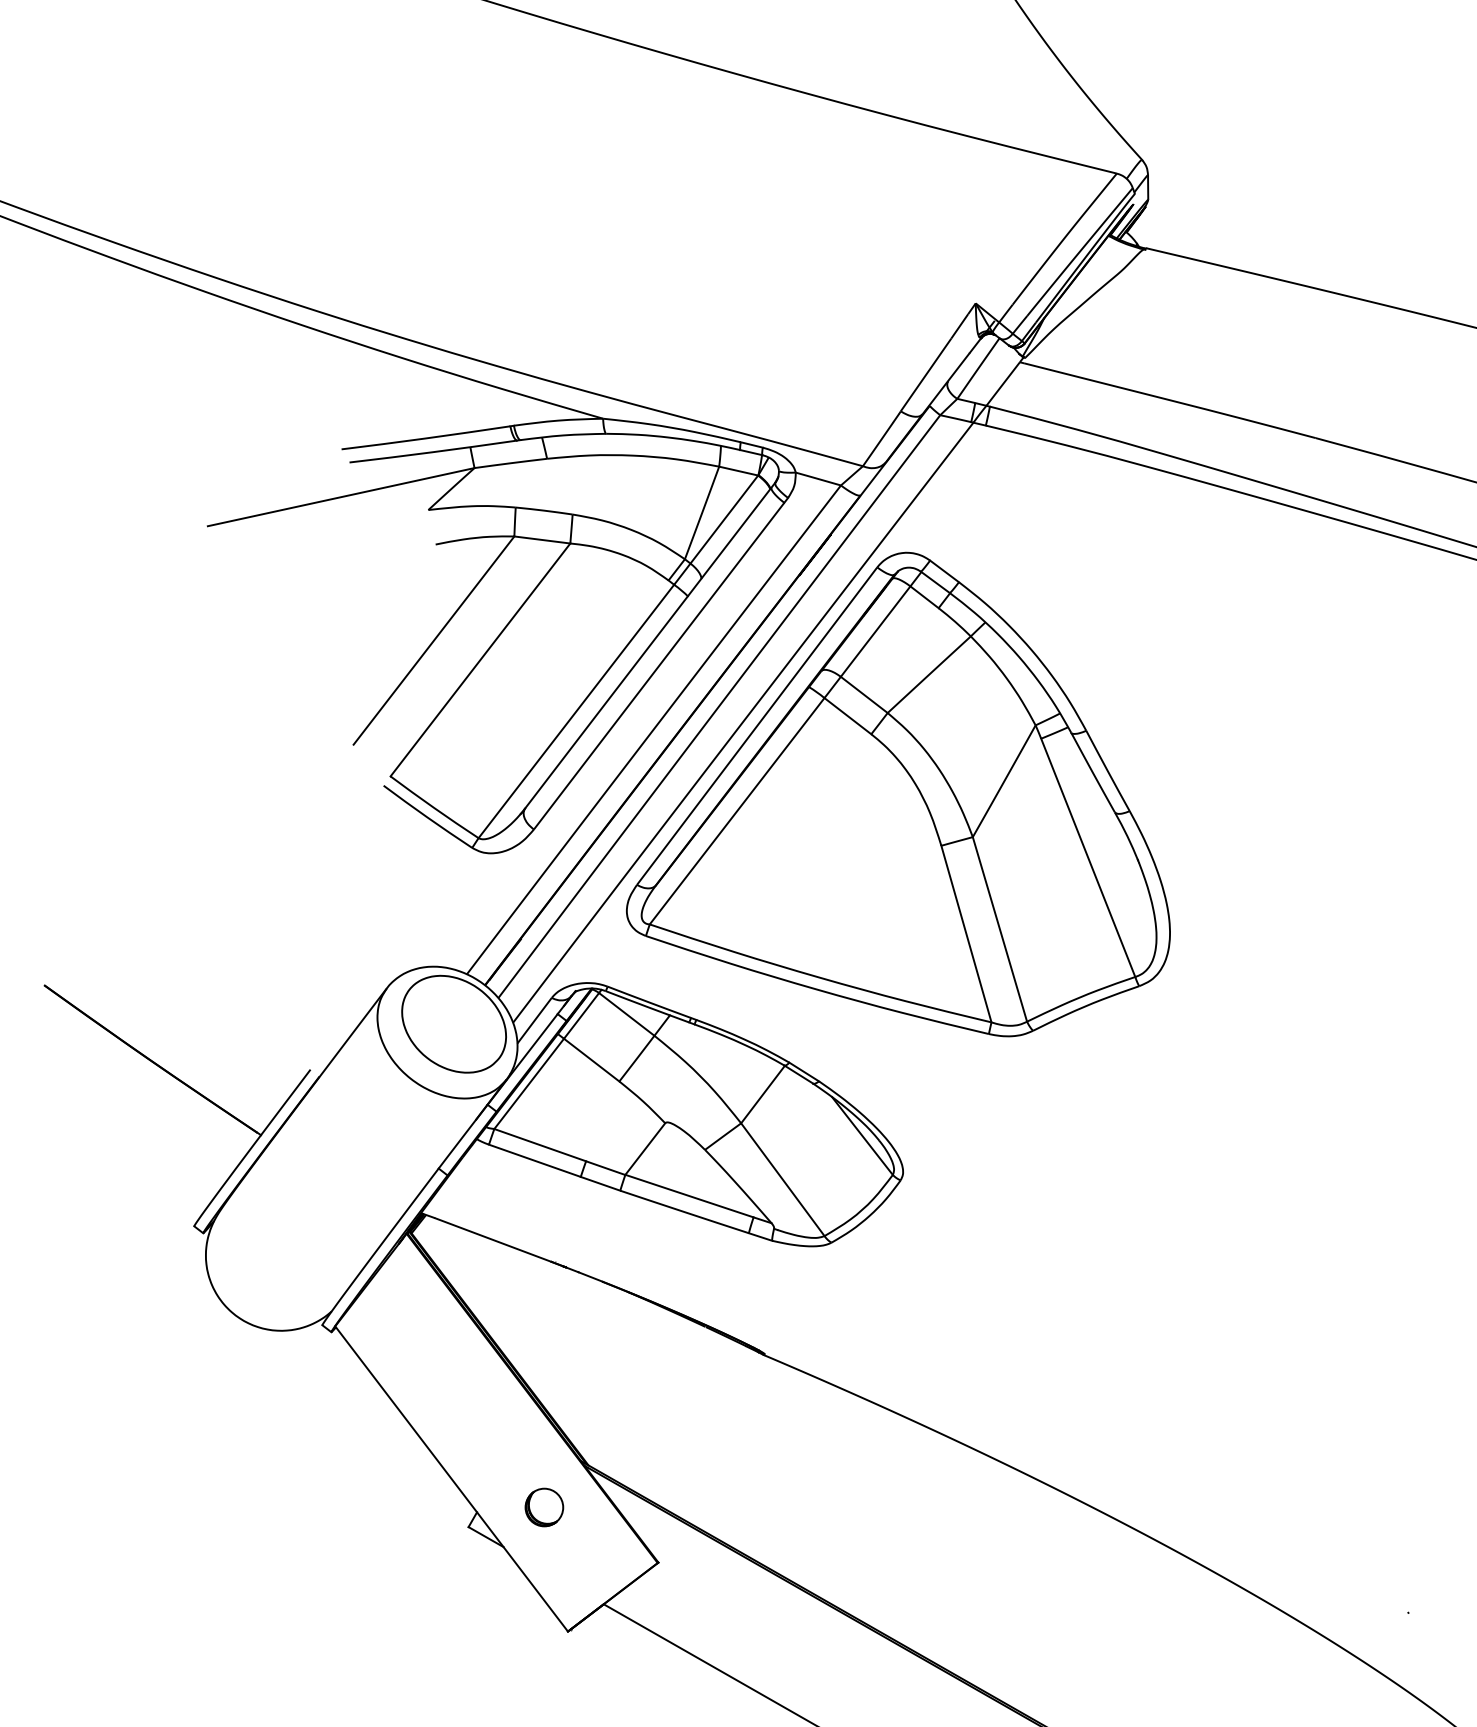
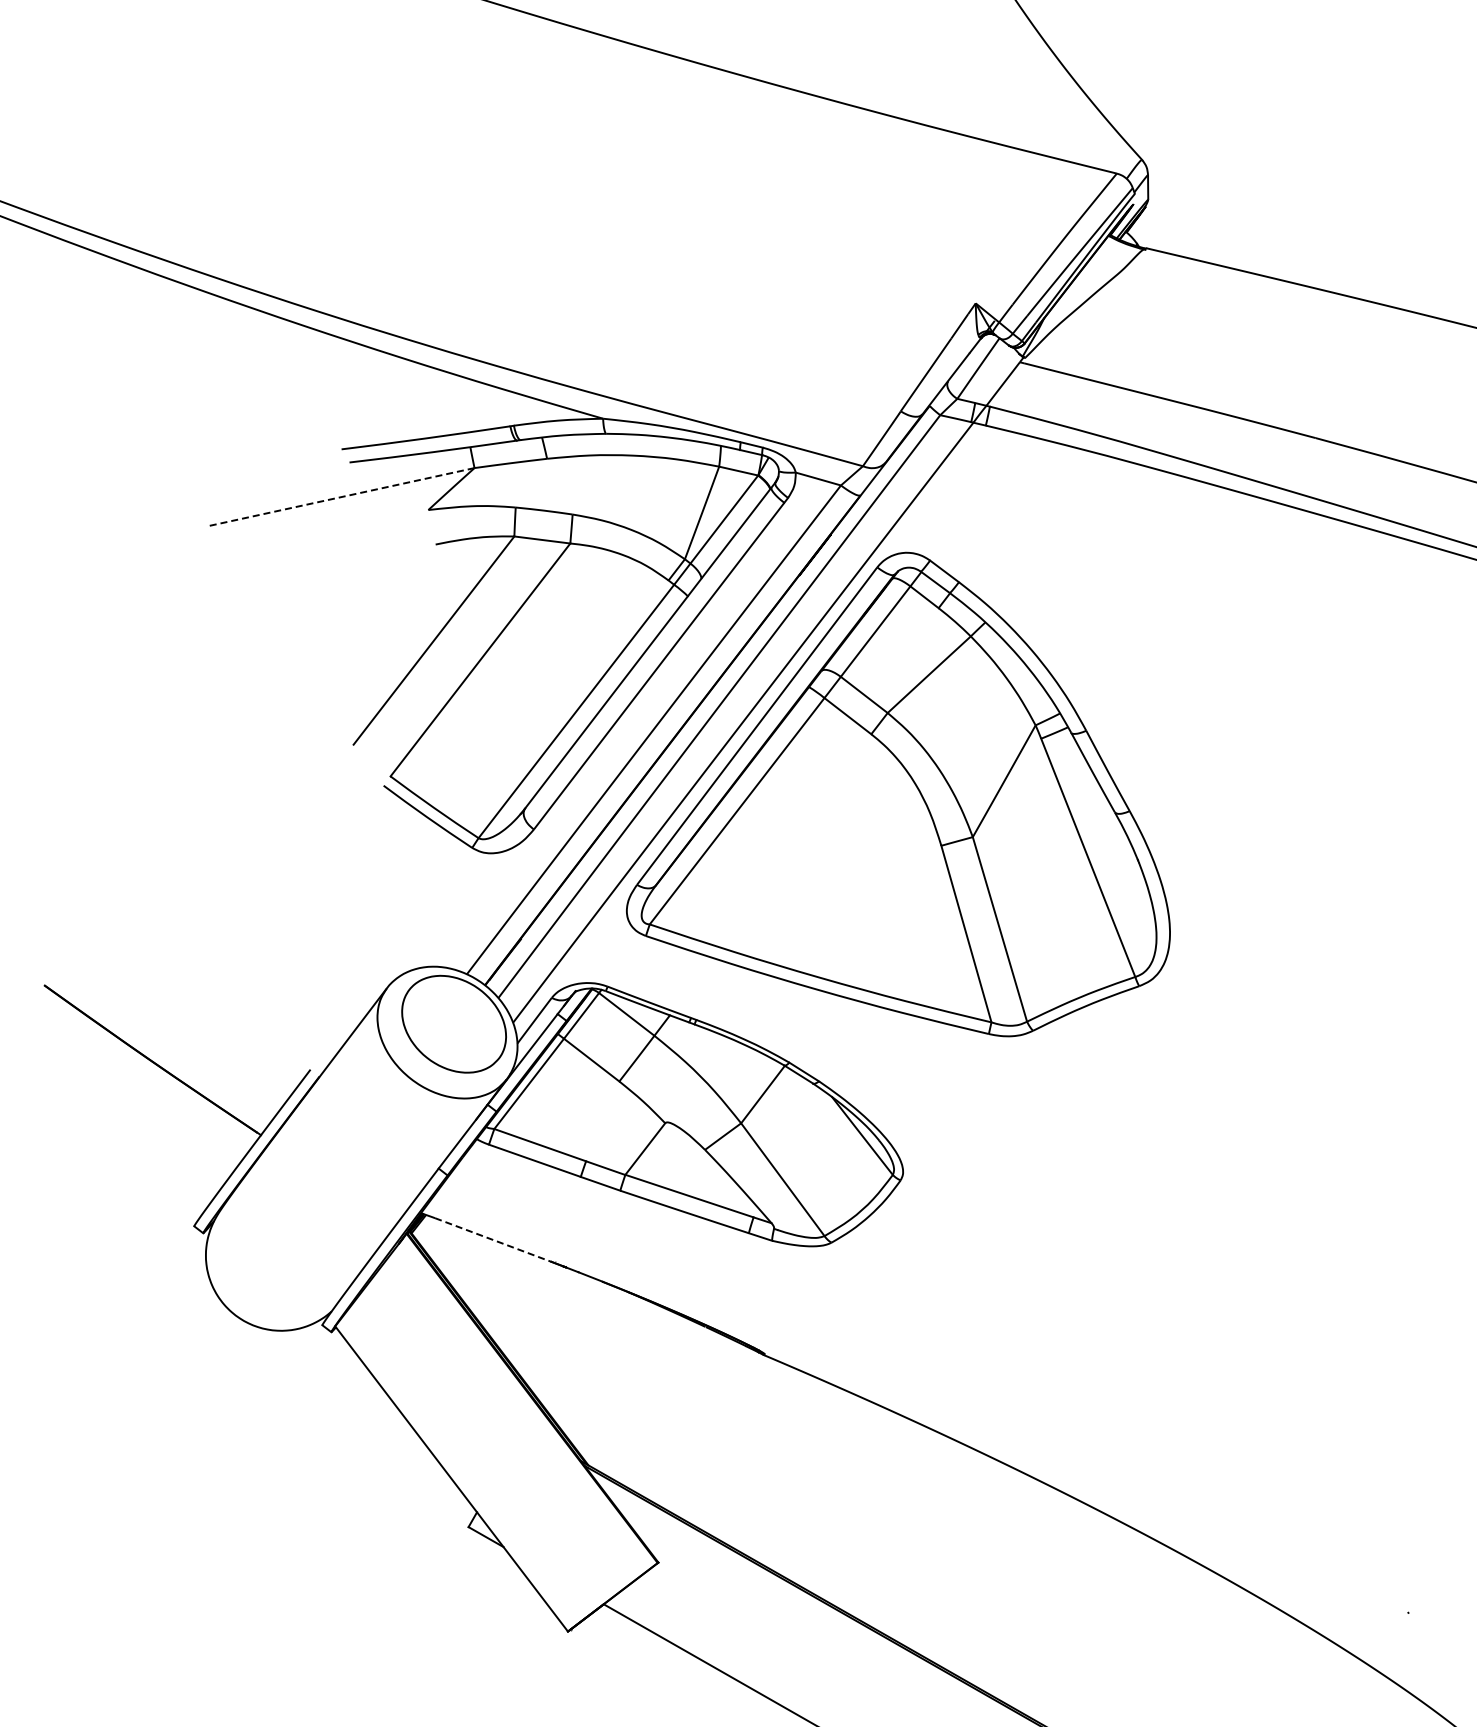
line at (340, 497): solid -> dashed
line at (493, 1240): solid -> dashed
part at (544, 1507): present -> none
